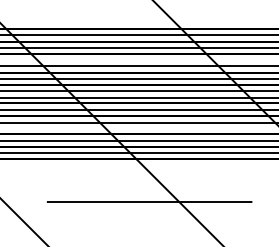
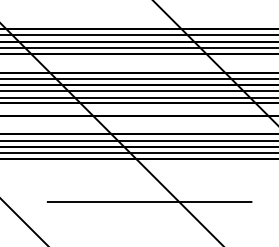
line at (138, 66): present -> none
line at (138, 110): present -> none
line at (138, 122): present -> none
